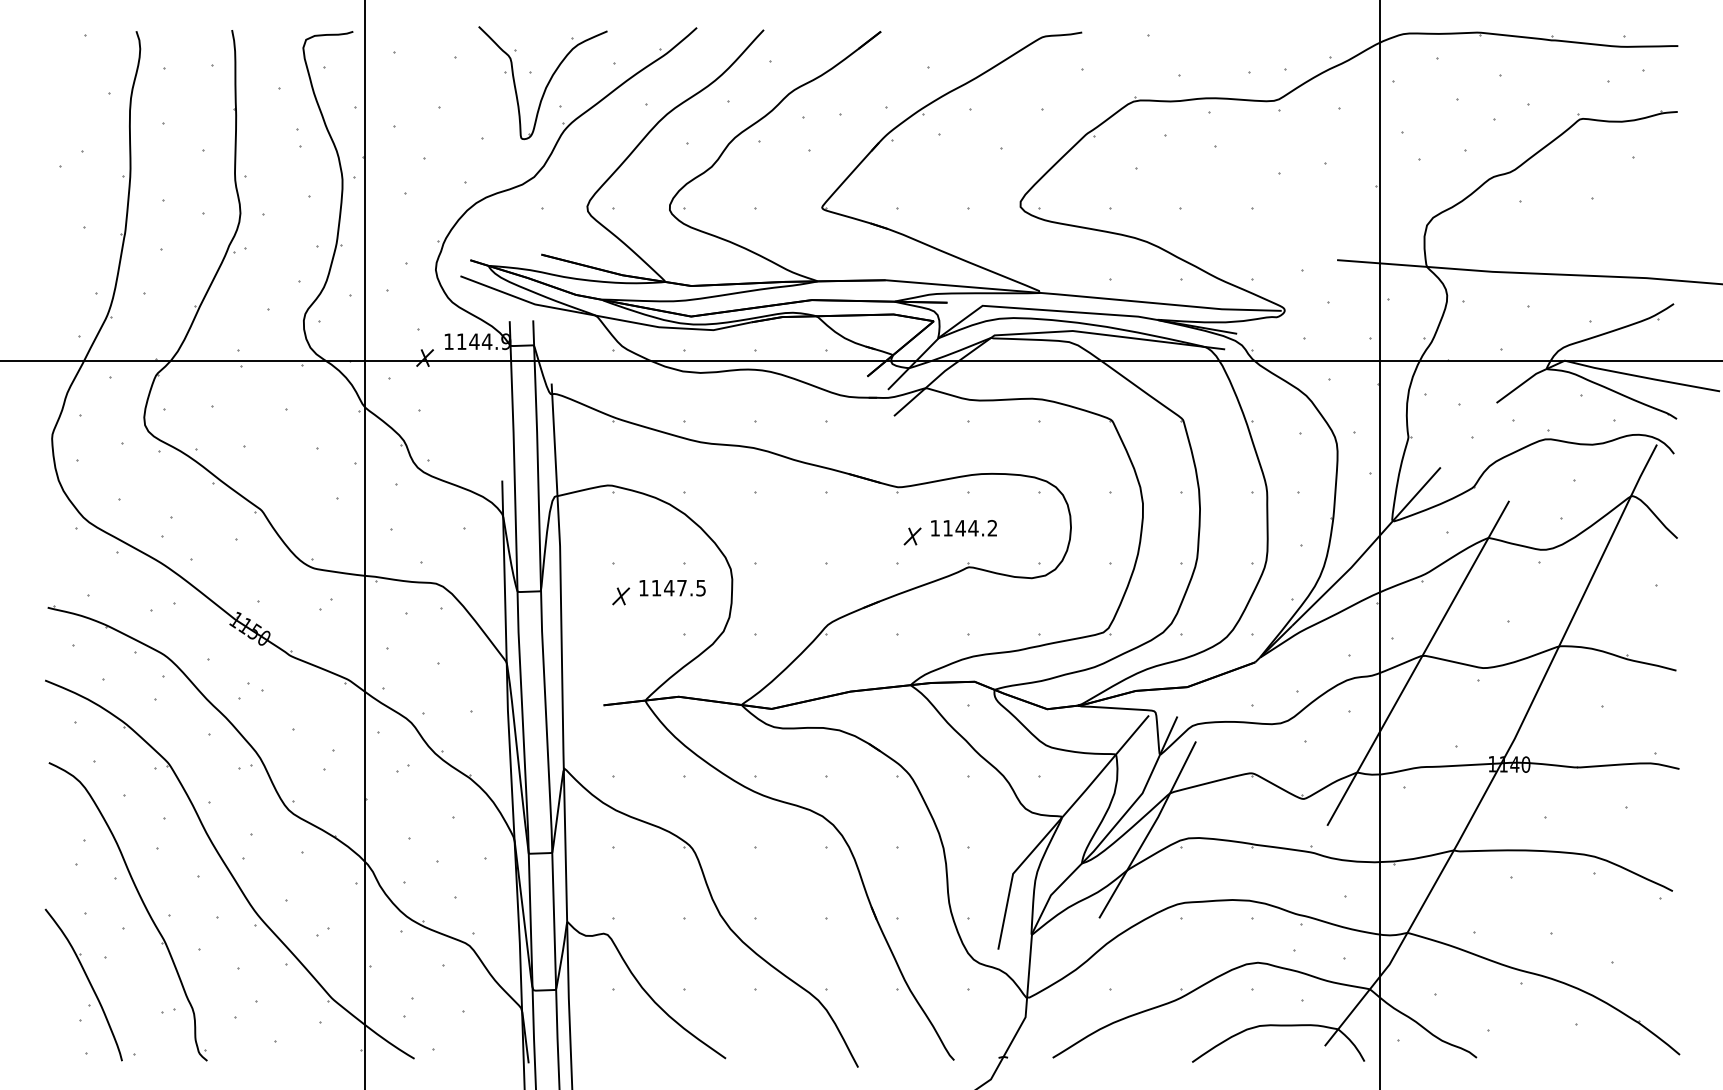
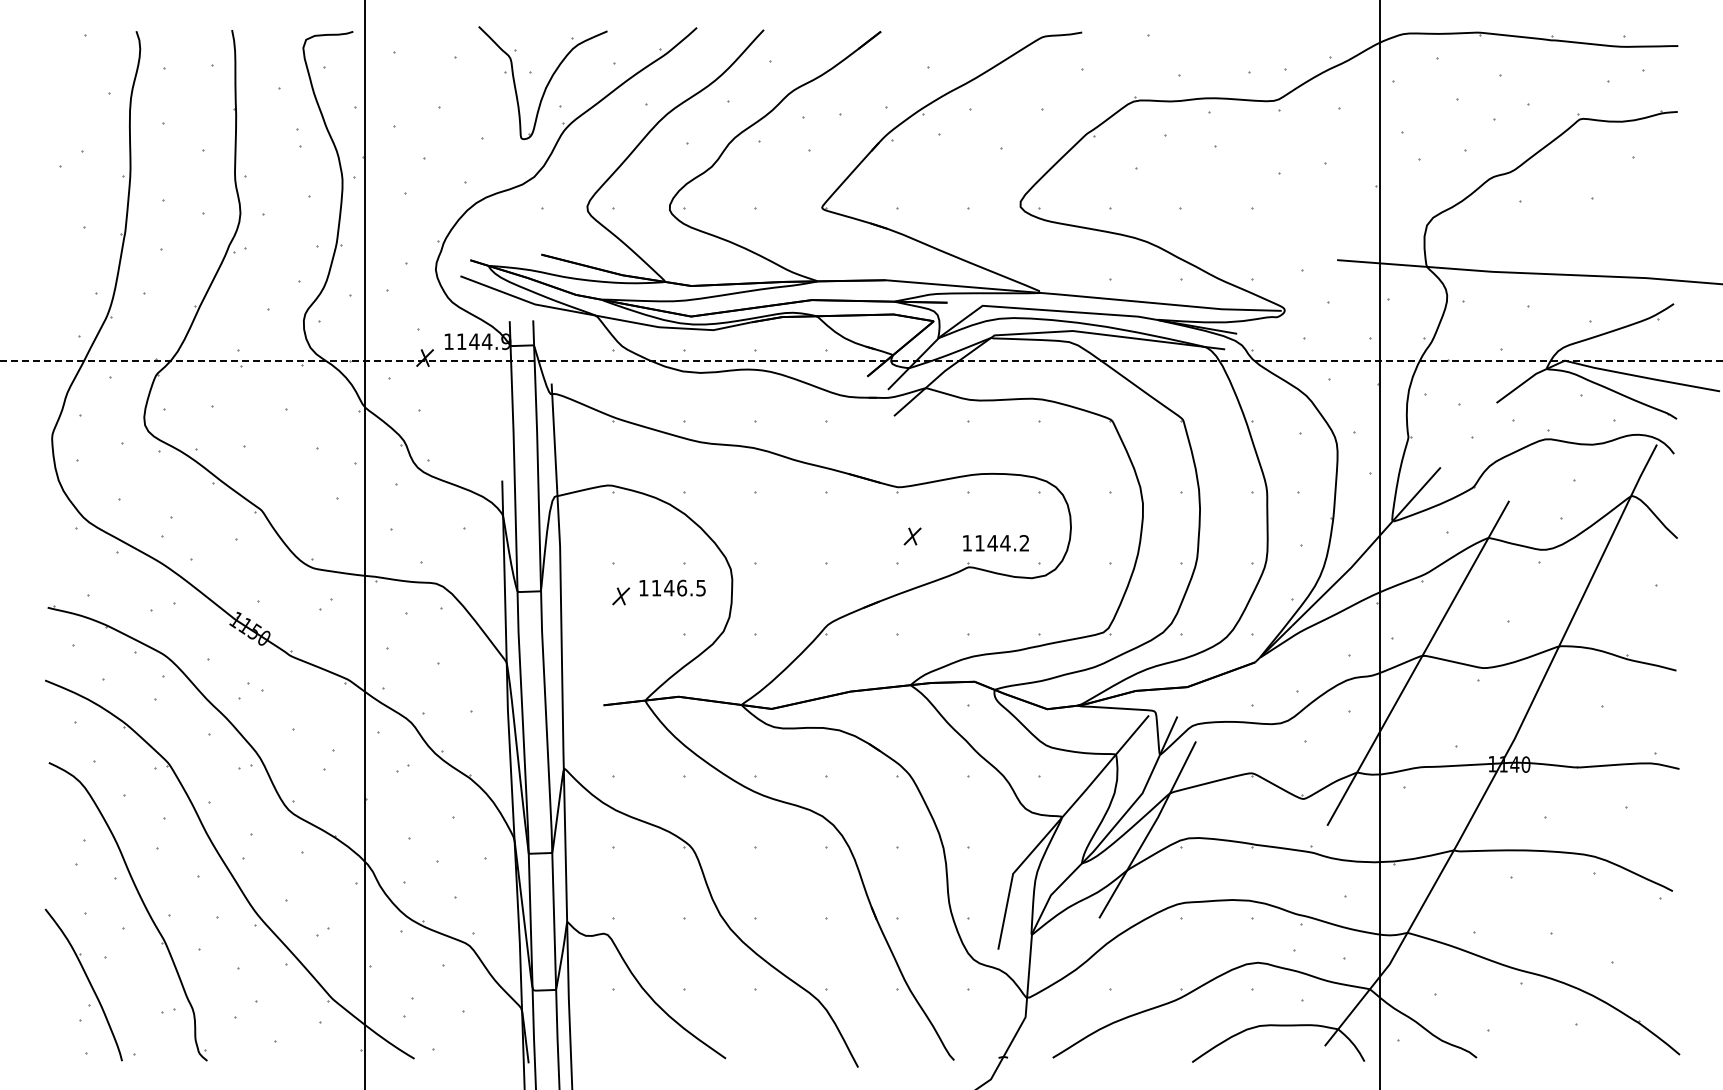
line at (861, 361): solid -> dashed
text at (963, 528) position: (963, 528) -> (995, 543)
text at (682, 587): 1147.5 -> 1146.5
